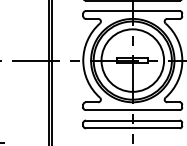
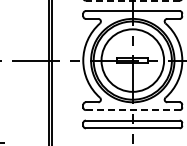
line at (132, 0): solid -> dashed
line at (132, 110): solid -> dashed
